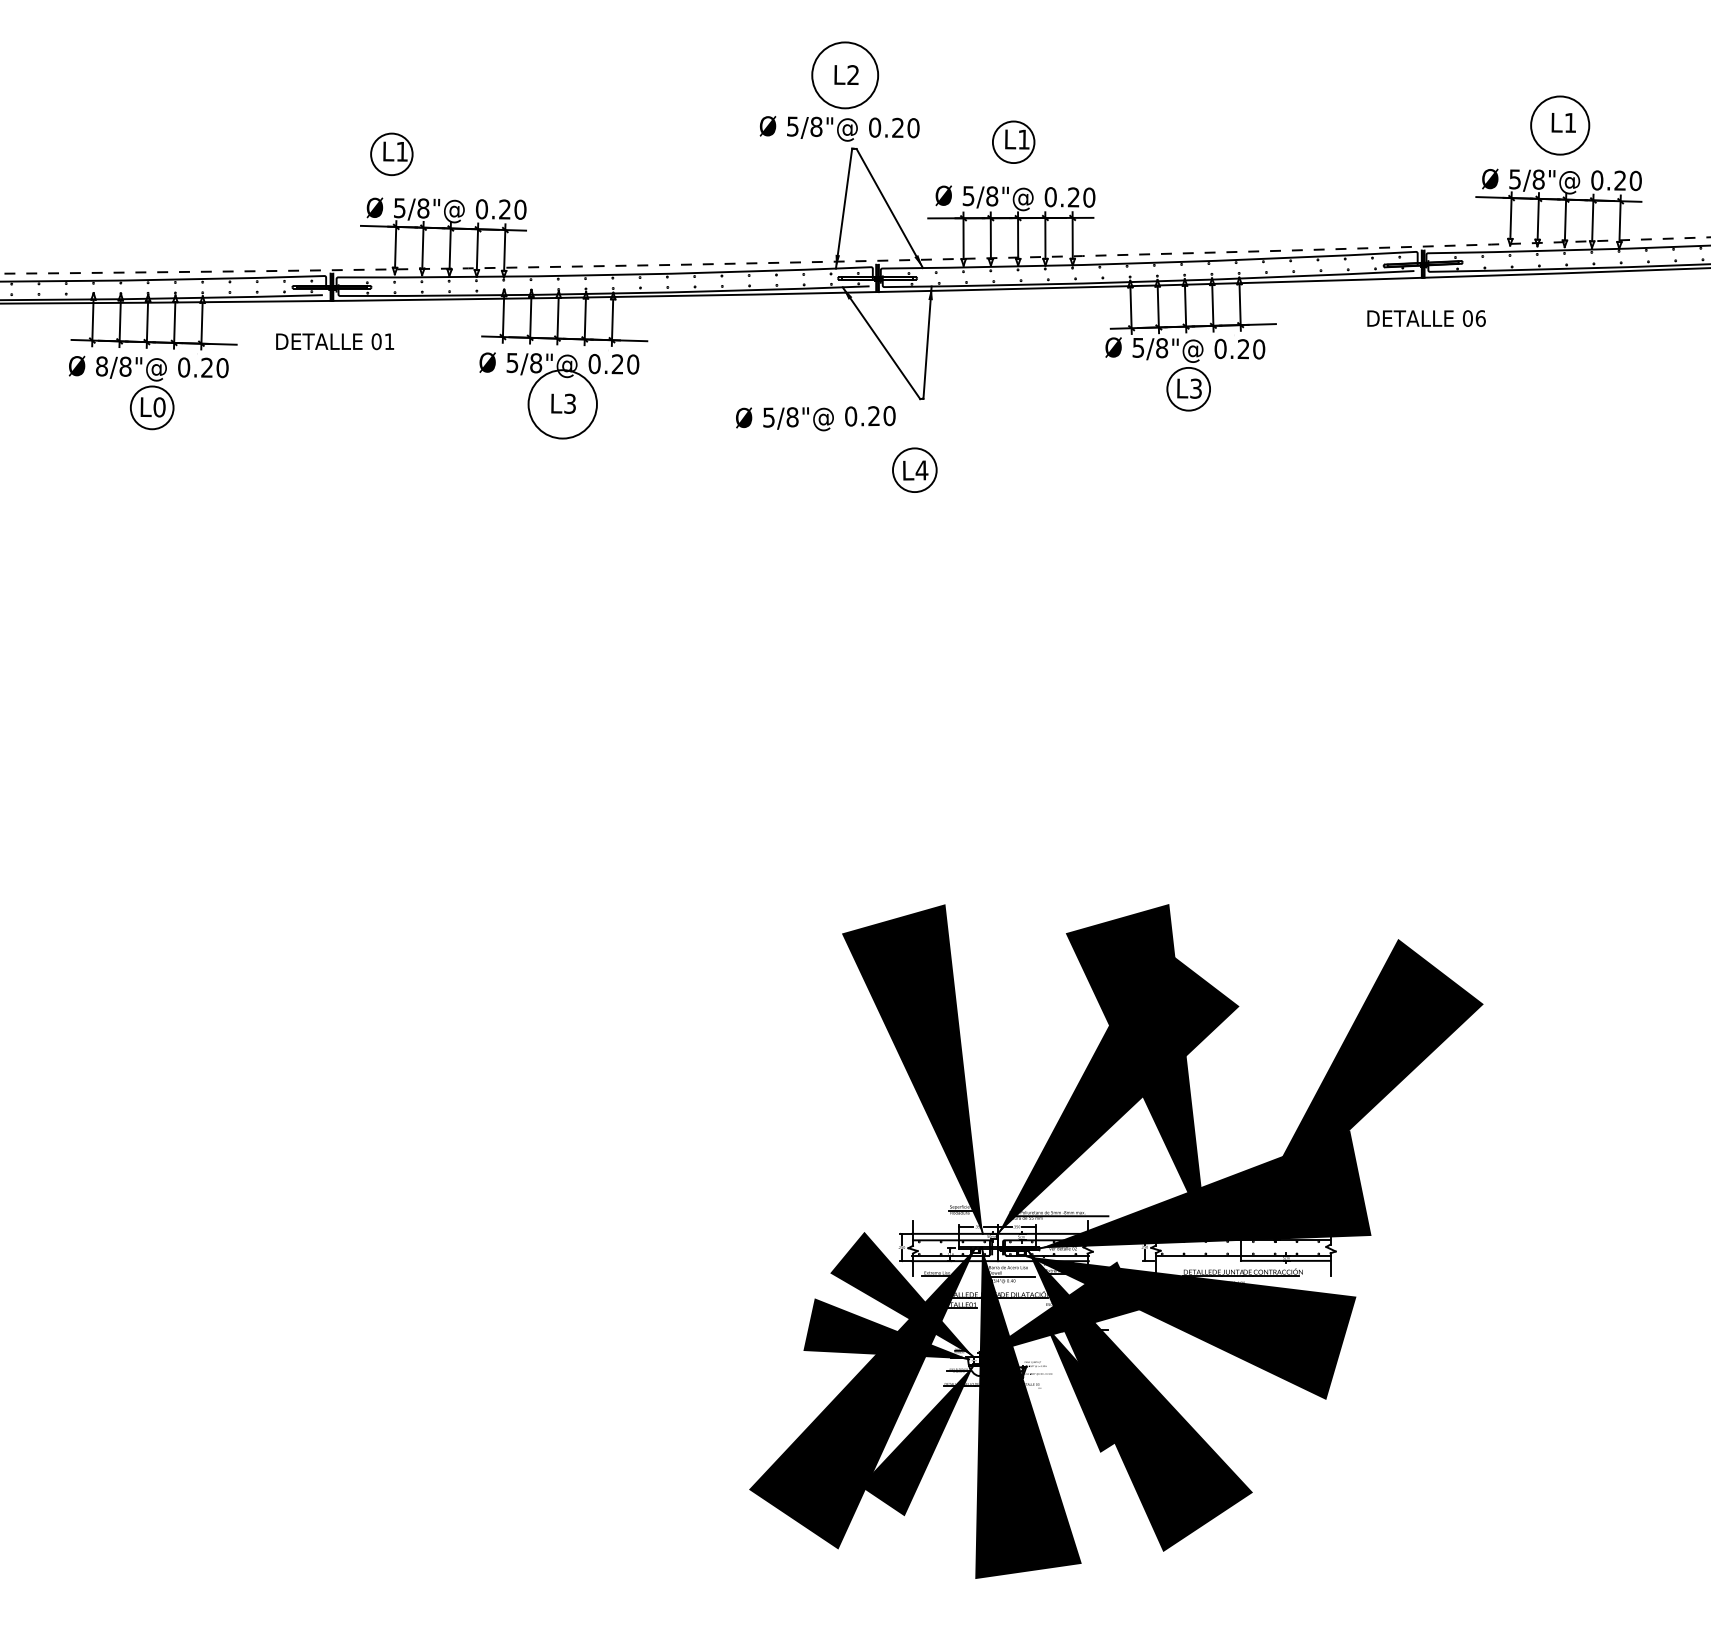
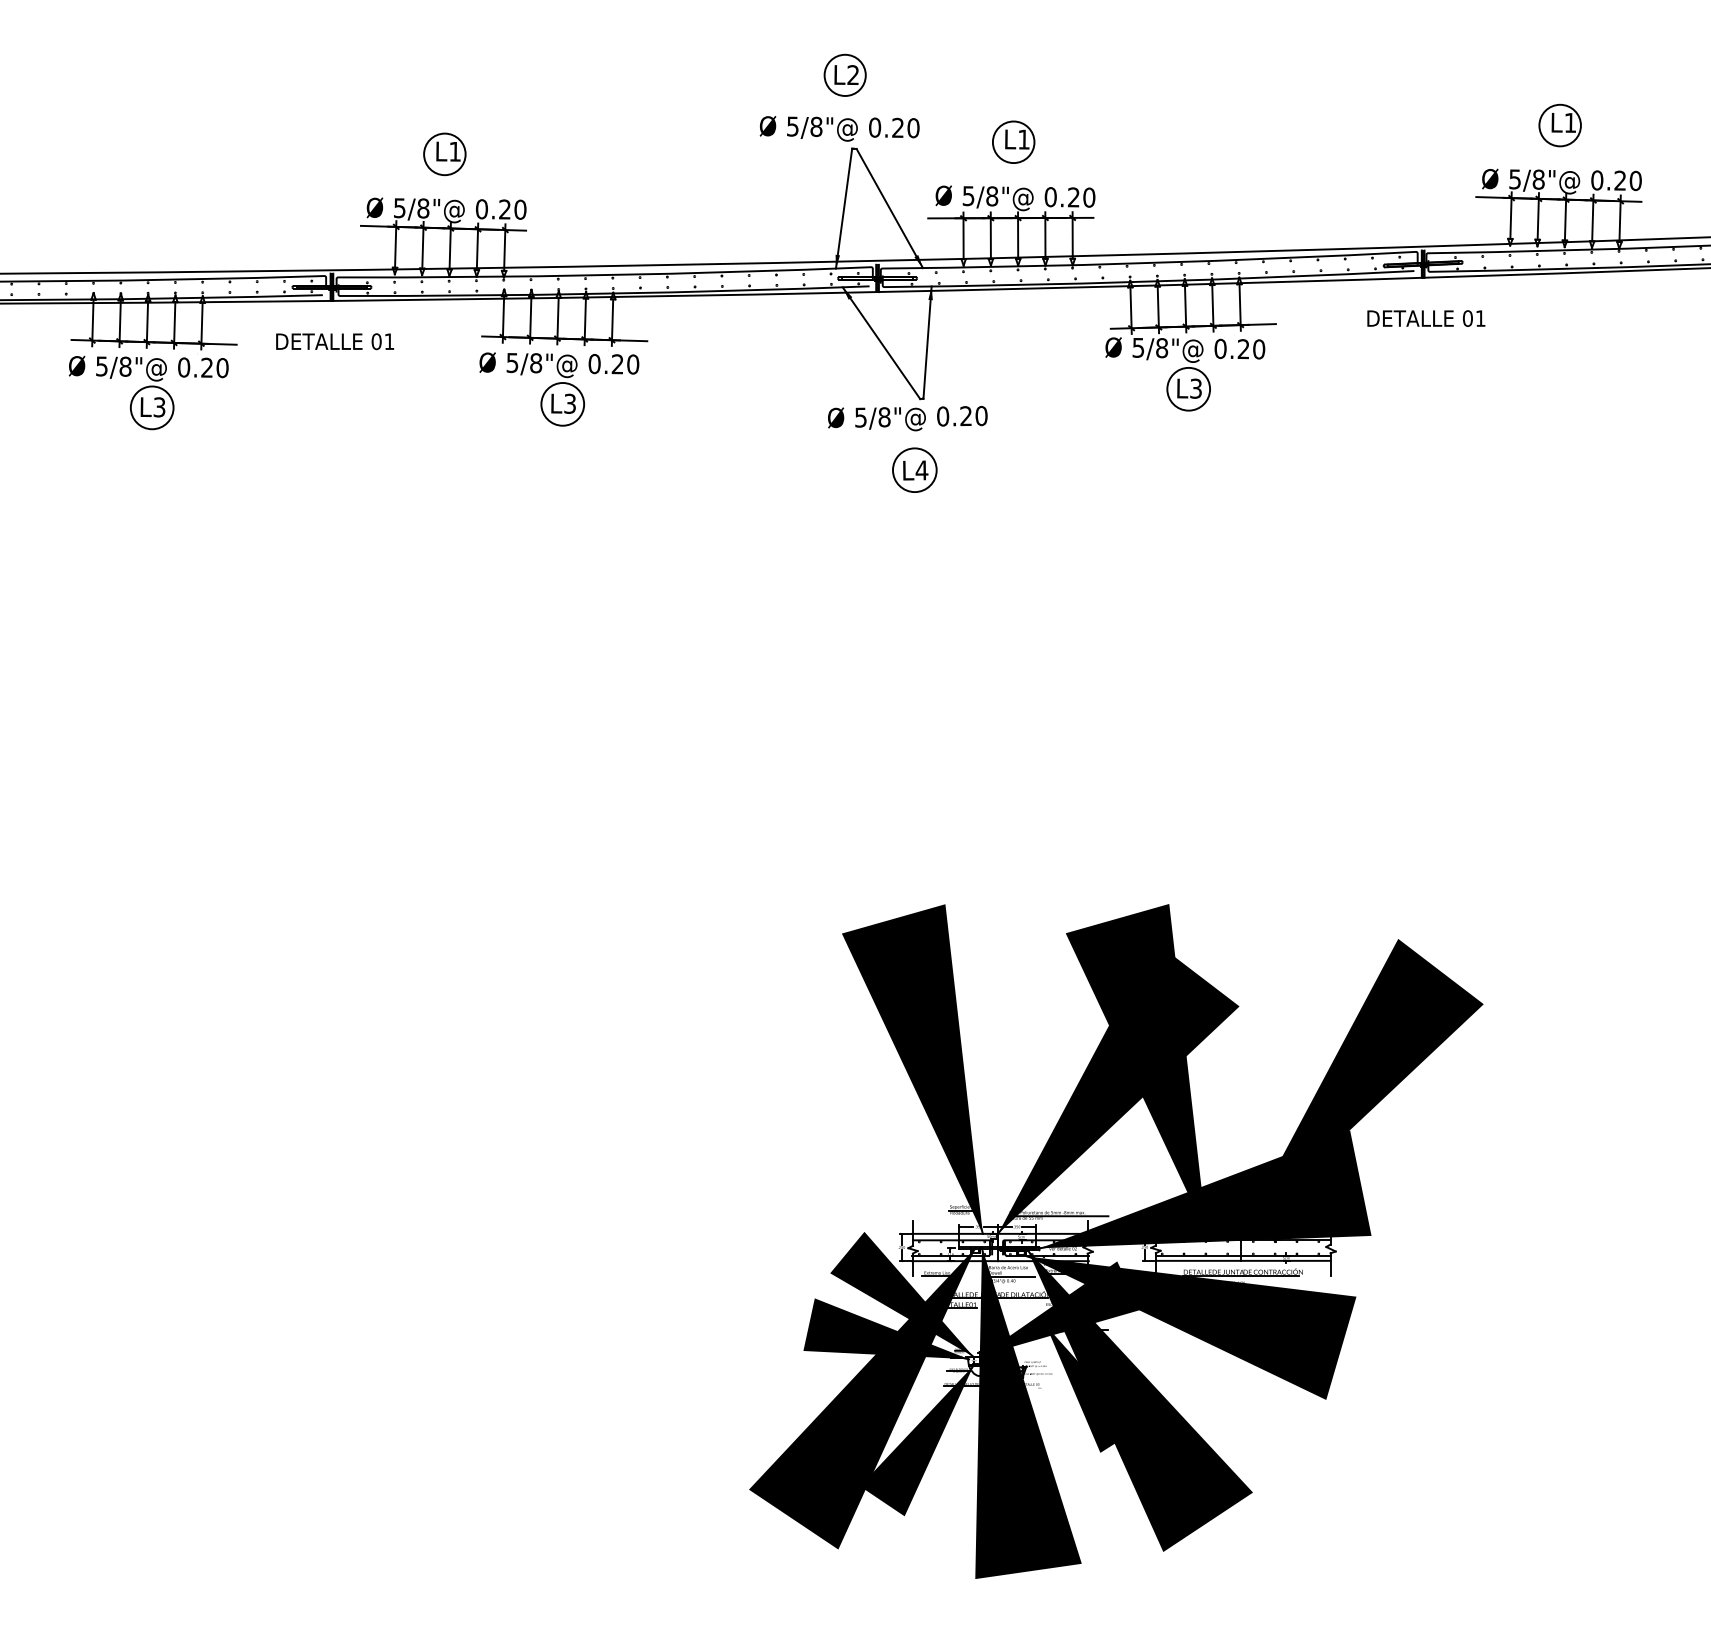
circle at (845, 75) diameter: 66 px -> 41 px
circle at (1560, 125) diameter: 58 px -> 42 px
part at (391, 153) position: (391, 153) -> (444, 153)
arc at (856, 261): dashed -> solid
text at (1480, 318): 06 -> 01
text at (101, 366): 8/8"@ -> 5/8"@
circle at (562, 404) diameter: 68 px -> 43 px
text at (159, 407): L0 -> L3
text at (815, 418) position: (815, 418) -> (907, 418)
line at (1197, 1260): none -> present
